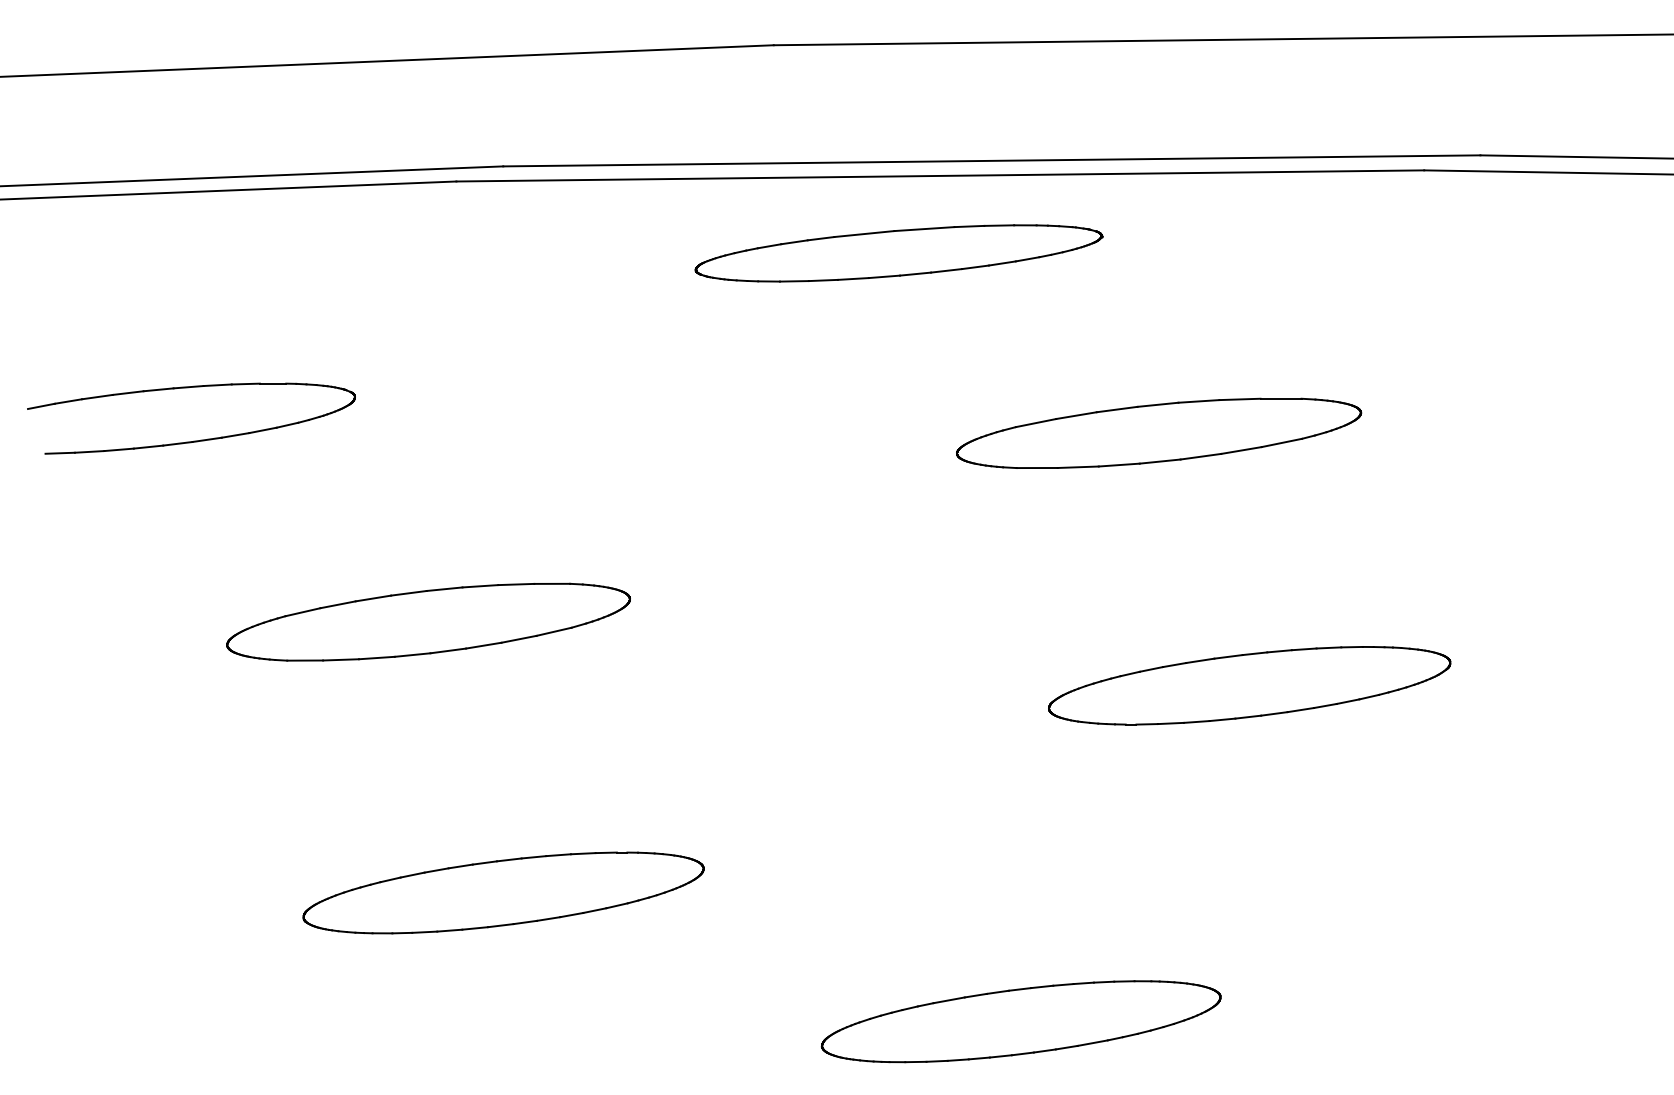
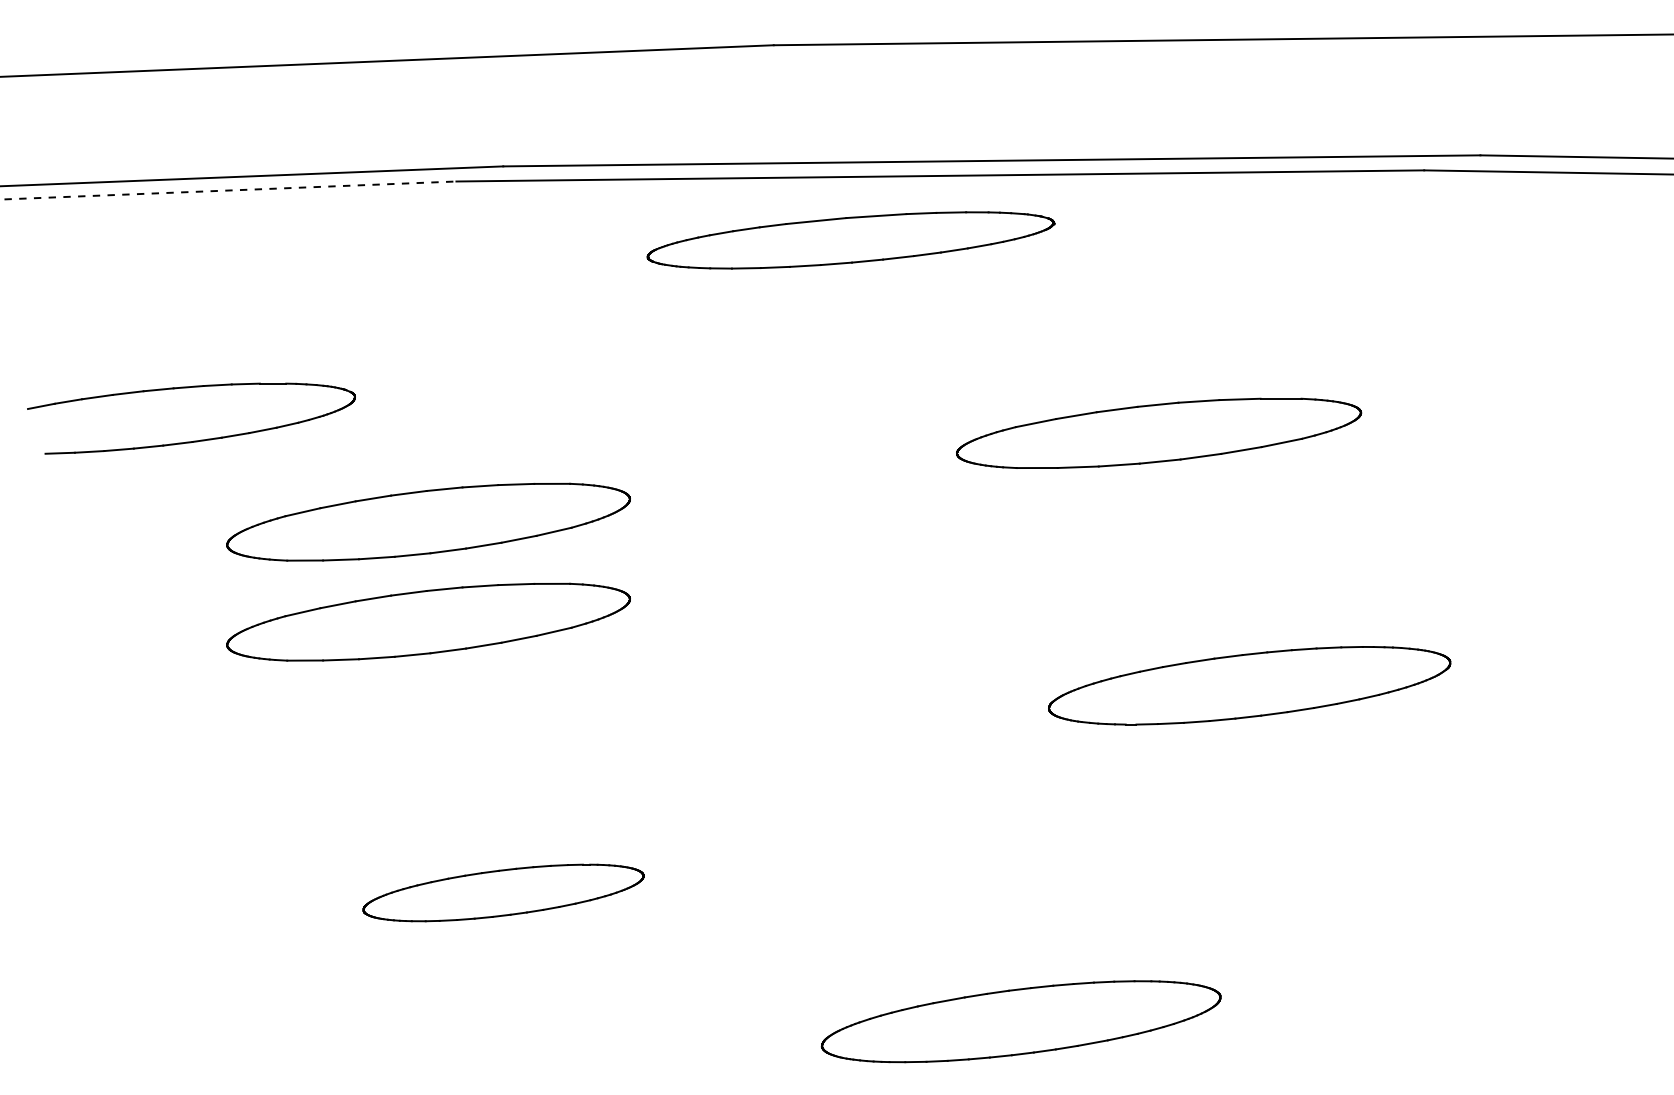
line at (228, 190): solid -> dashed
part at (898, 253) position: (898, 253) -> (850, 240)
part at (428, 521): none -> present
part at (503, 892) size: 403x84 px -> 283x60 px
